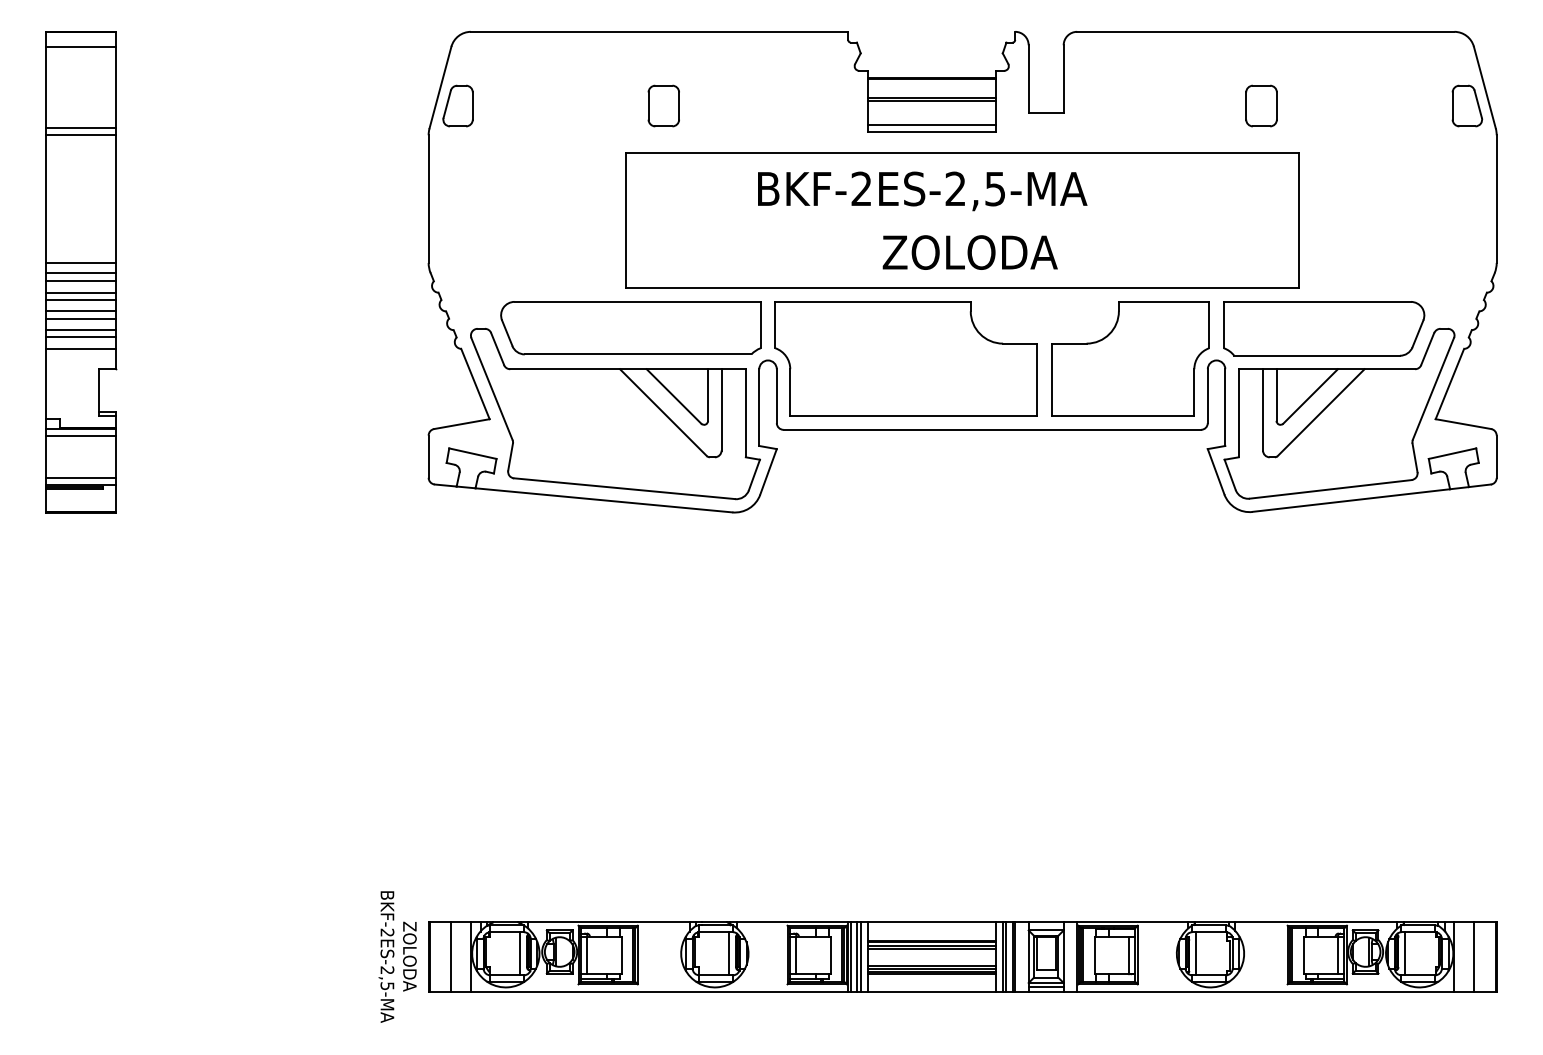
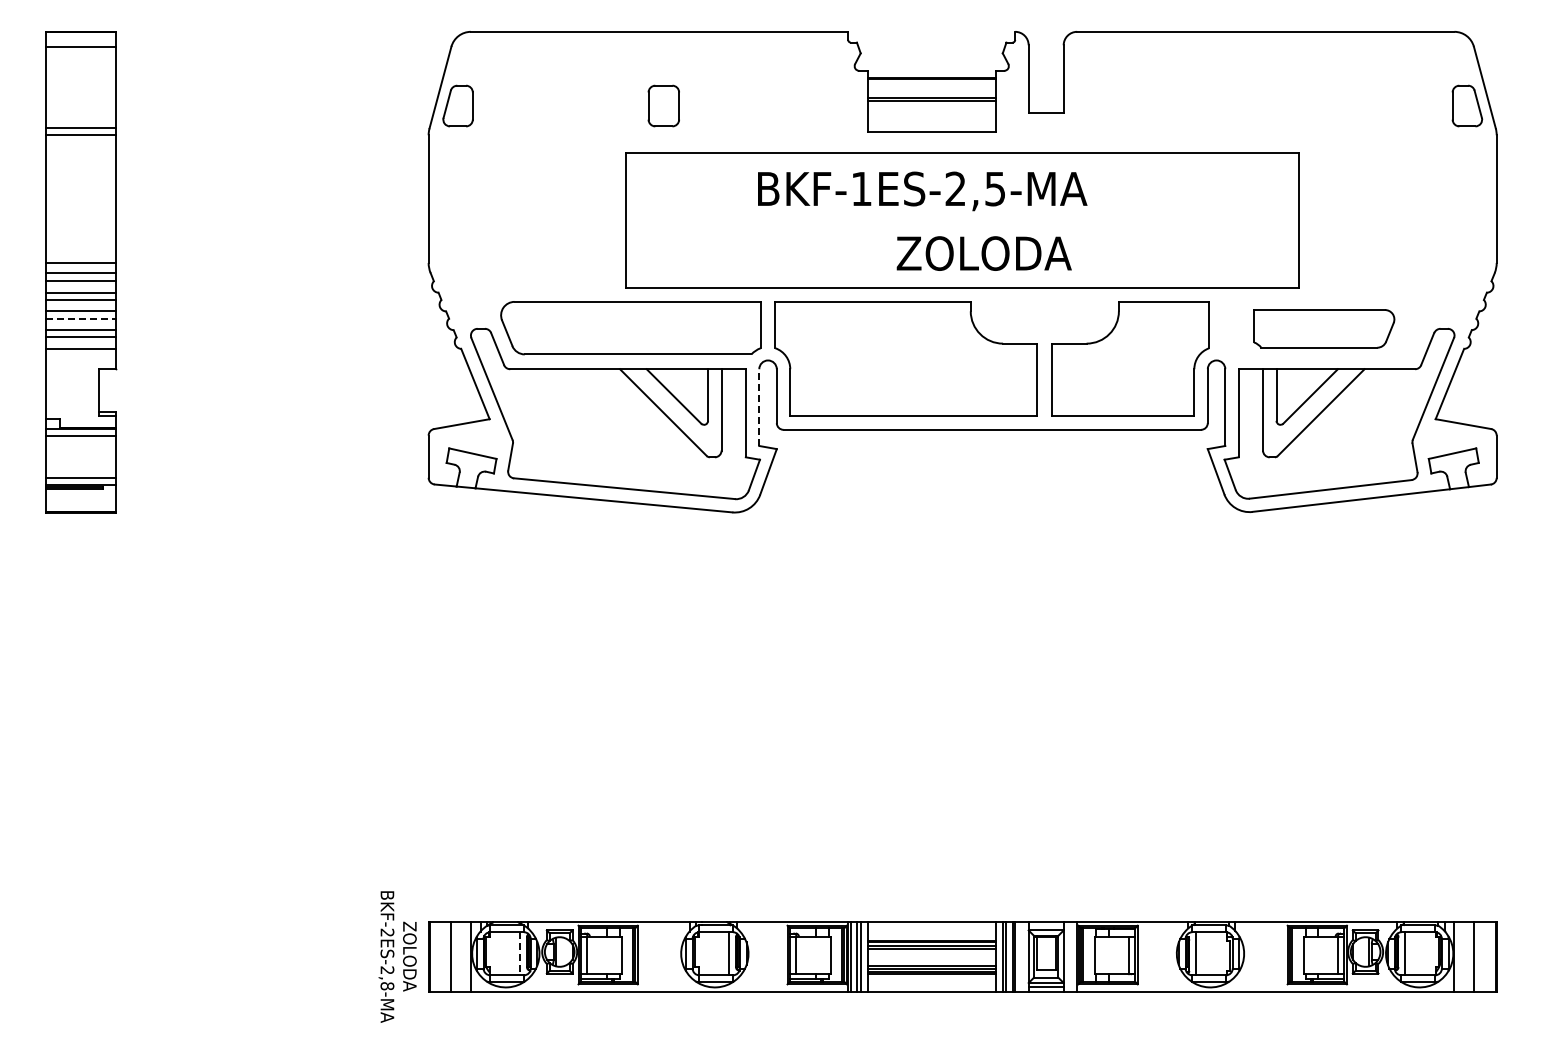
part at (1261, 105): present -> none
line at (931, 124): present -> none
text at (861, 188): BKF-2ES-2,5-MA -> BKF-1ES-2,5-MA
text at (969, 252) position: (969, 252) -> (983, 253)
line at (81, 318): solid -> dashed
part at (1324, 328) size: 203x56 px -> 143x40 px
line at (759, 407): solid -> dashed
line at (520, 953): solid -> dashed
text at (387, 986): BKF-2ES-2,5-MA -> BKF-2ES-2,8-MA
